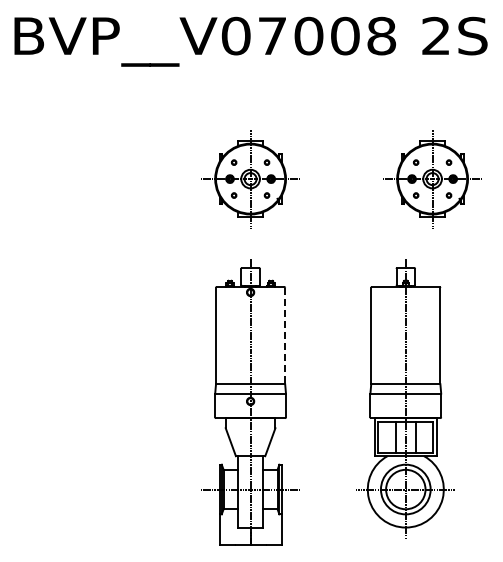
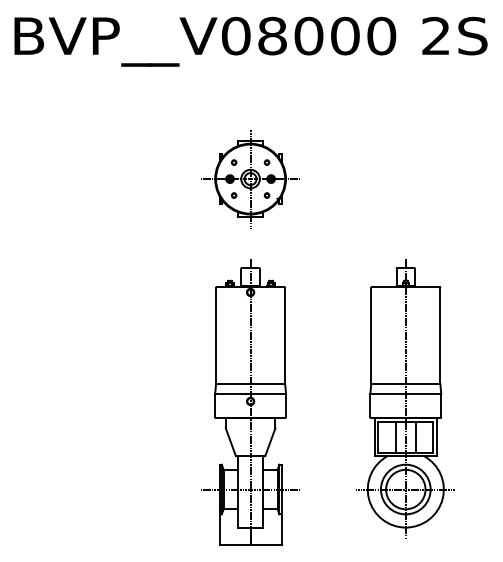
text at (327, 35): BVP__V07008 -> BVP__V08000
part at (432, 179): present -> none
line at (285, 336): dashed -> solid
